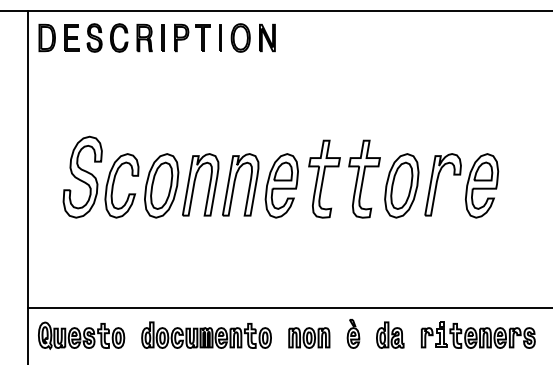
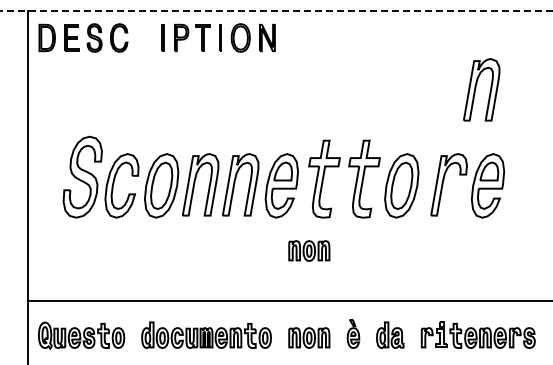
line at (276, 11): solid -> dashed
part at (144, 37): present -> none
part at (481, 89): none -> present
part at (461, 185) position: (461, 185) -> (467, 185)
part at (309, 250): none -> present
line at (288, 307) position: (288, 307) -> (288, 300)
